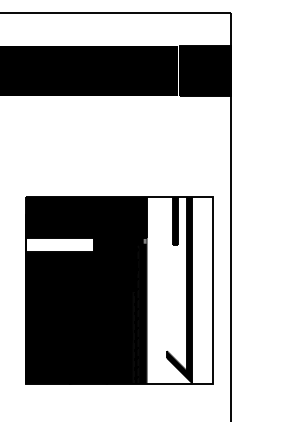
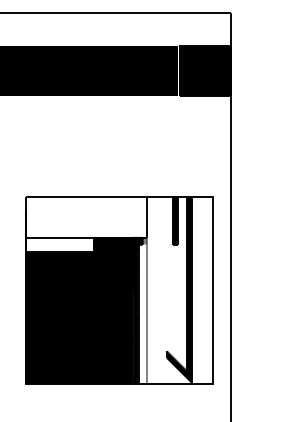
fill at (86, 217): present -> none
fill at (142, 313): present -> none
